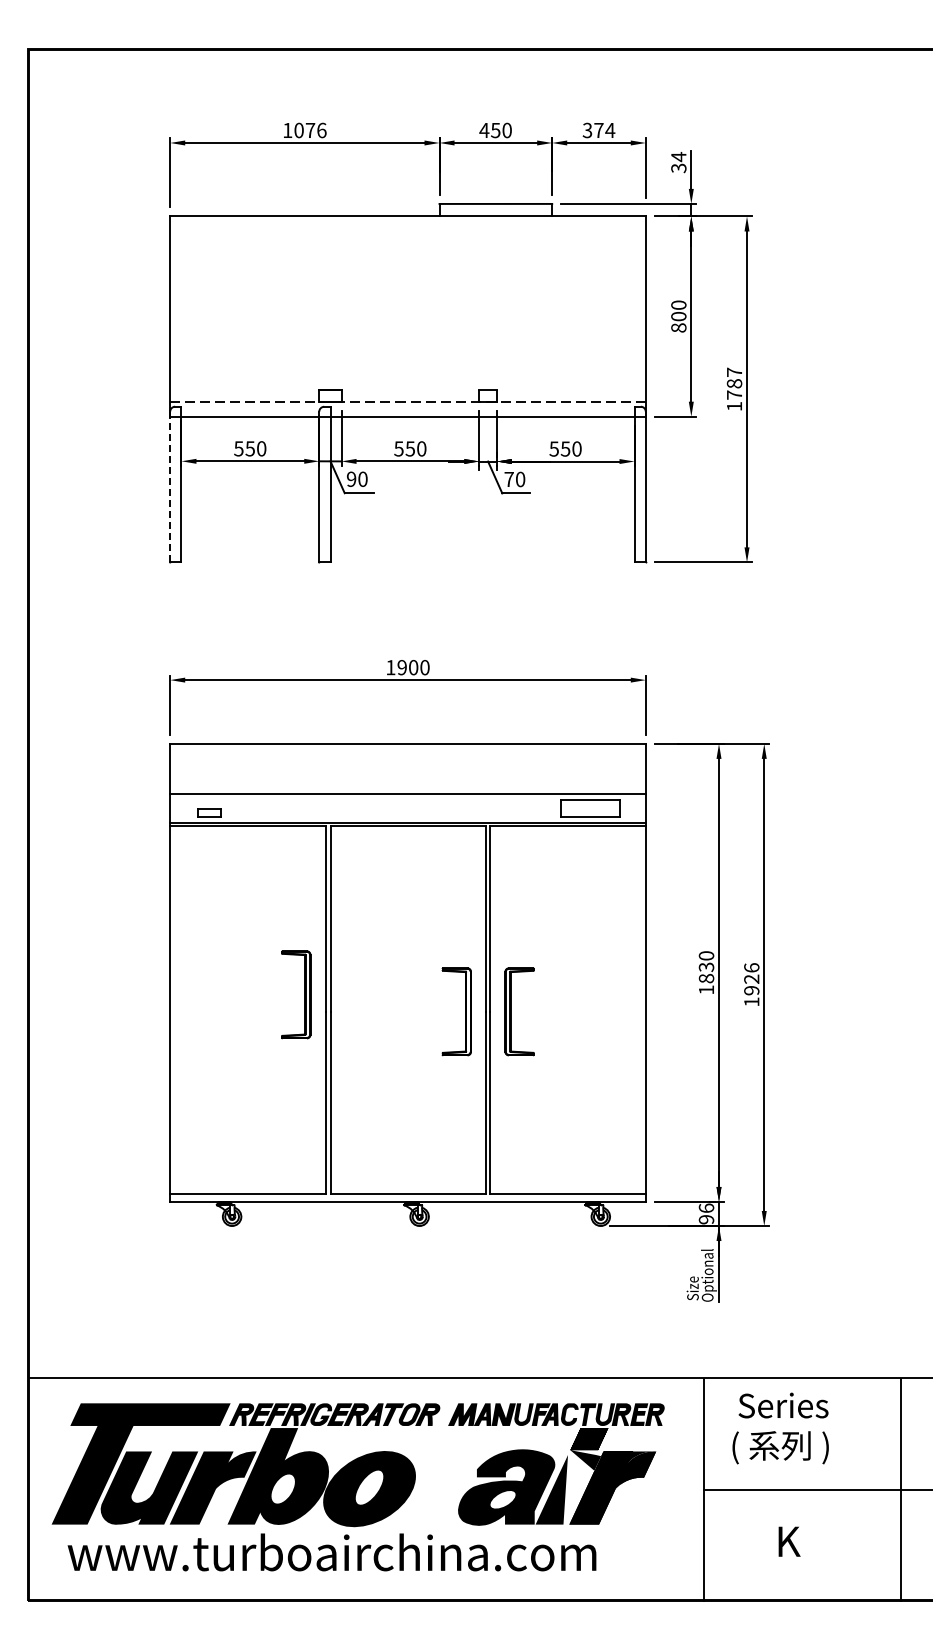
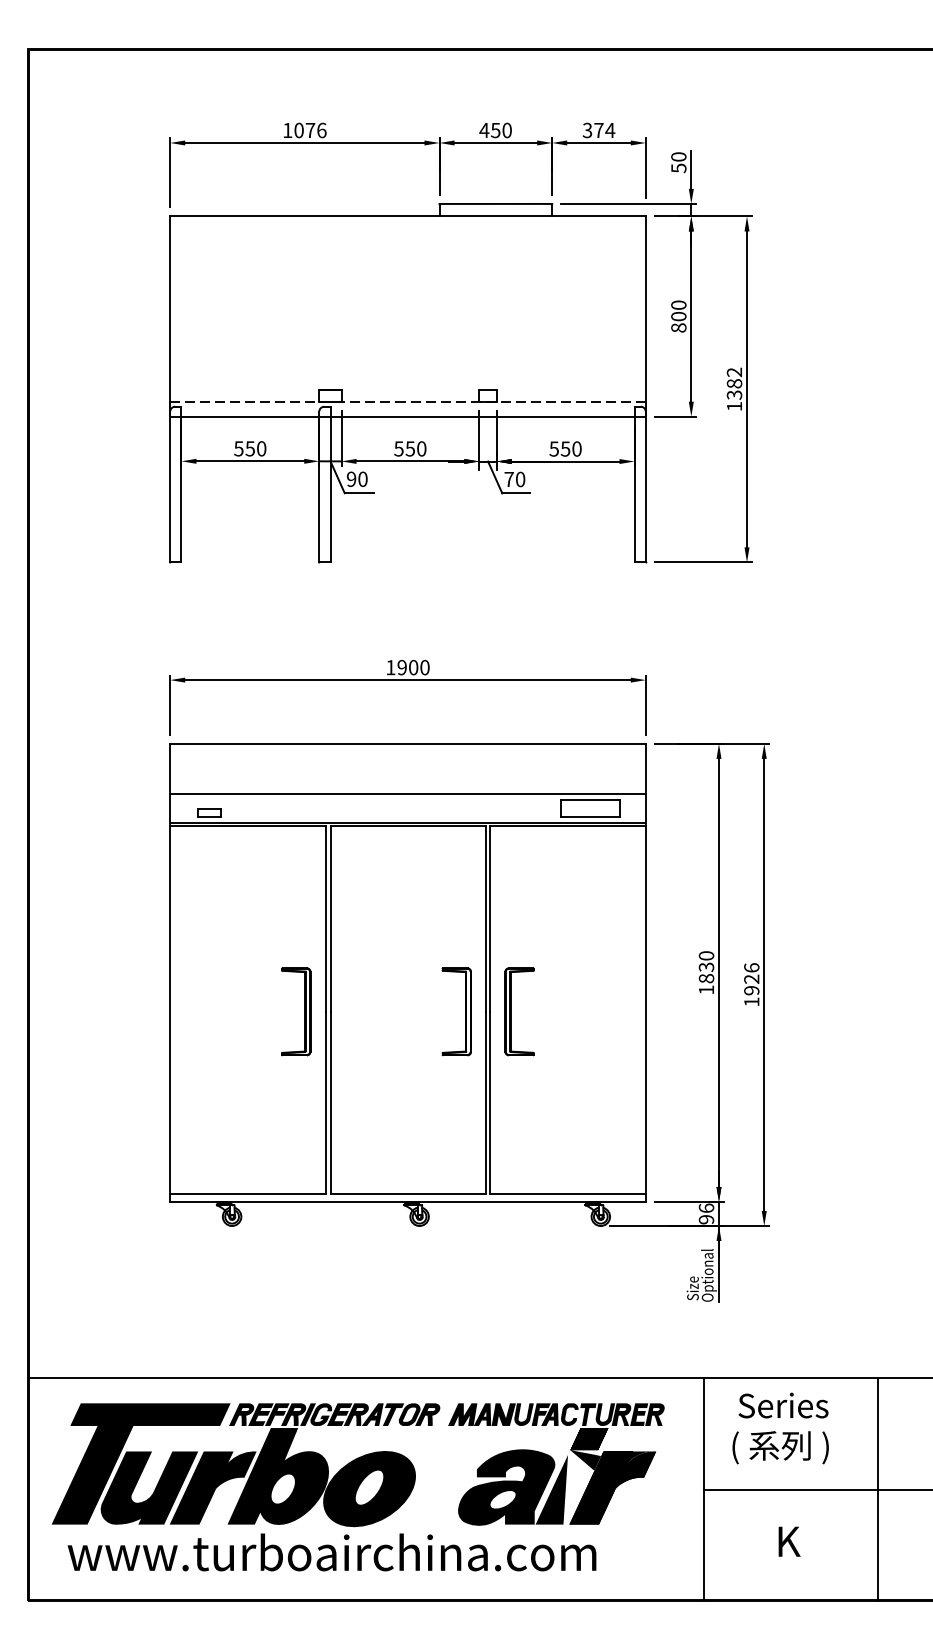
text at (678, 161): 34 -> 50
text at (734, 383): 1787 -> 1382
line at (170, 487): dashed -> solid
part at (304, 994) position: (304, 994) -> (304, 1011)
line at (901, 1489) position: (901, 1489) -> (878, 1489)
